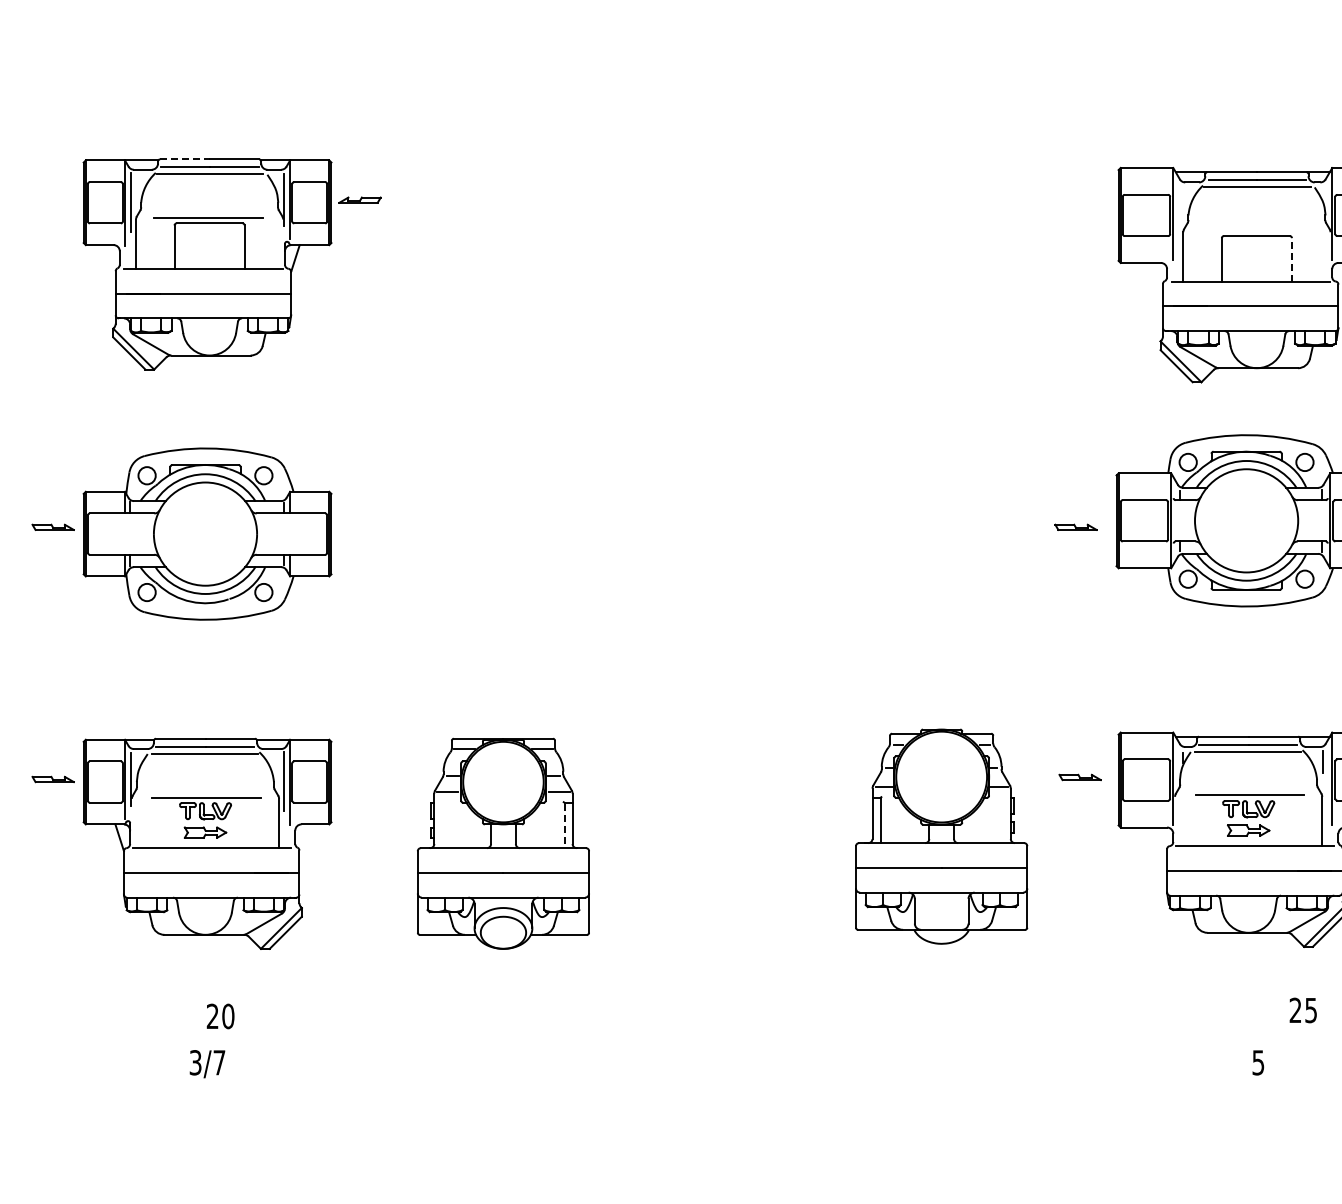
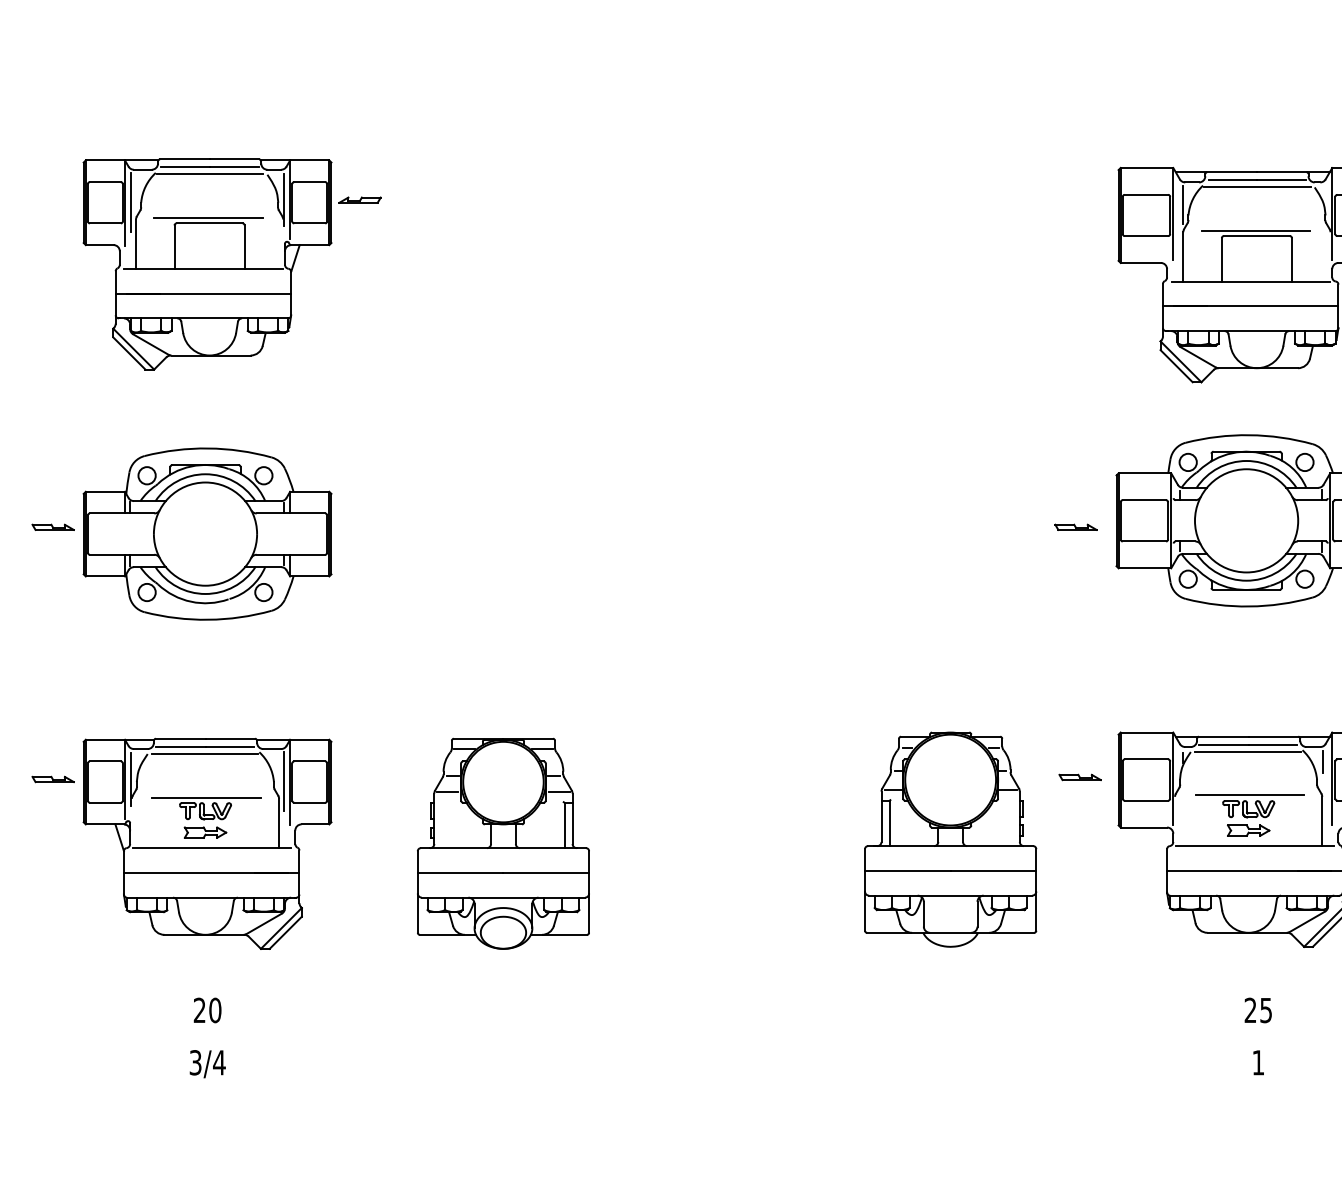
line at (184, 159): dashed -> solid
line at (1182, 205): none -> present
line at (1255, 230): none -> present
line at (1292, 259): dashed -> solid
line at (564, 826): dashed -> solid
part at (941, 836) position: (941, 836) -> (950, 839)
text at (1302, 1010) position: (1302, 1010) -> (1257, 1010)
text at (220, 1016) position: (220, 1016) -> (207, 1010)
text at (219, 1062): 3/7 -> 3/4
text at (1258, 1062): 5 -> 1
